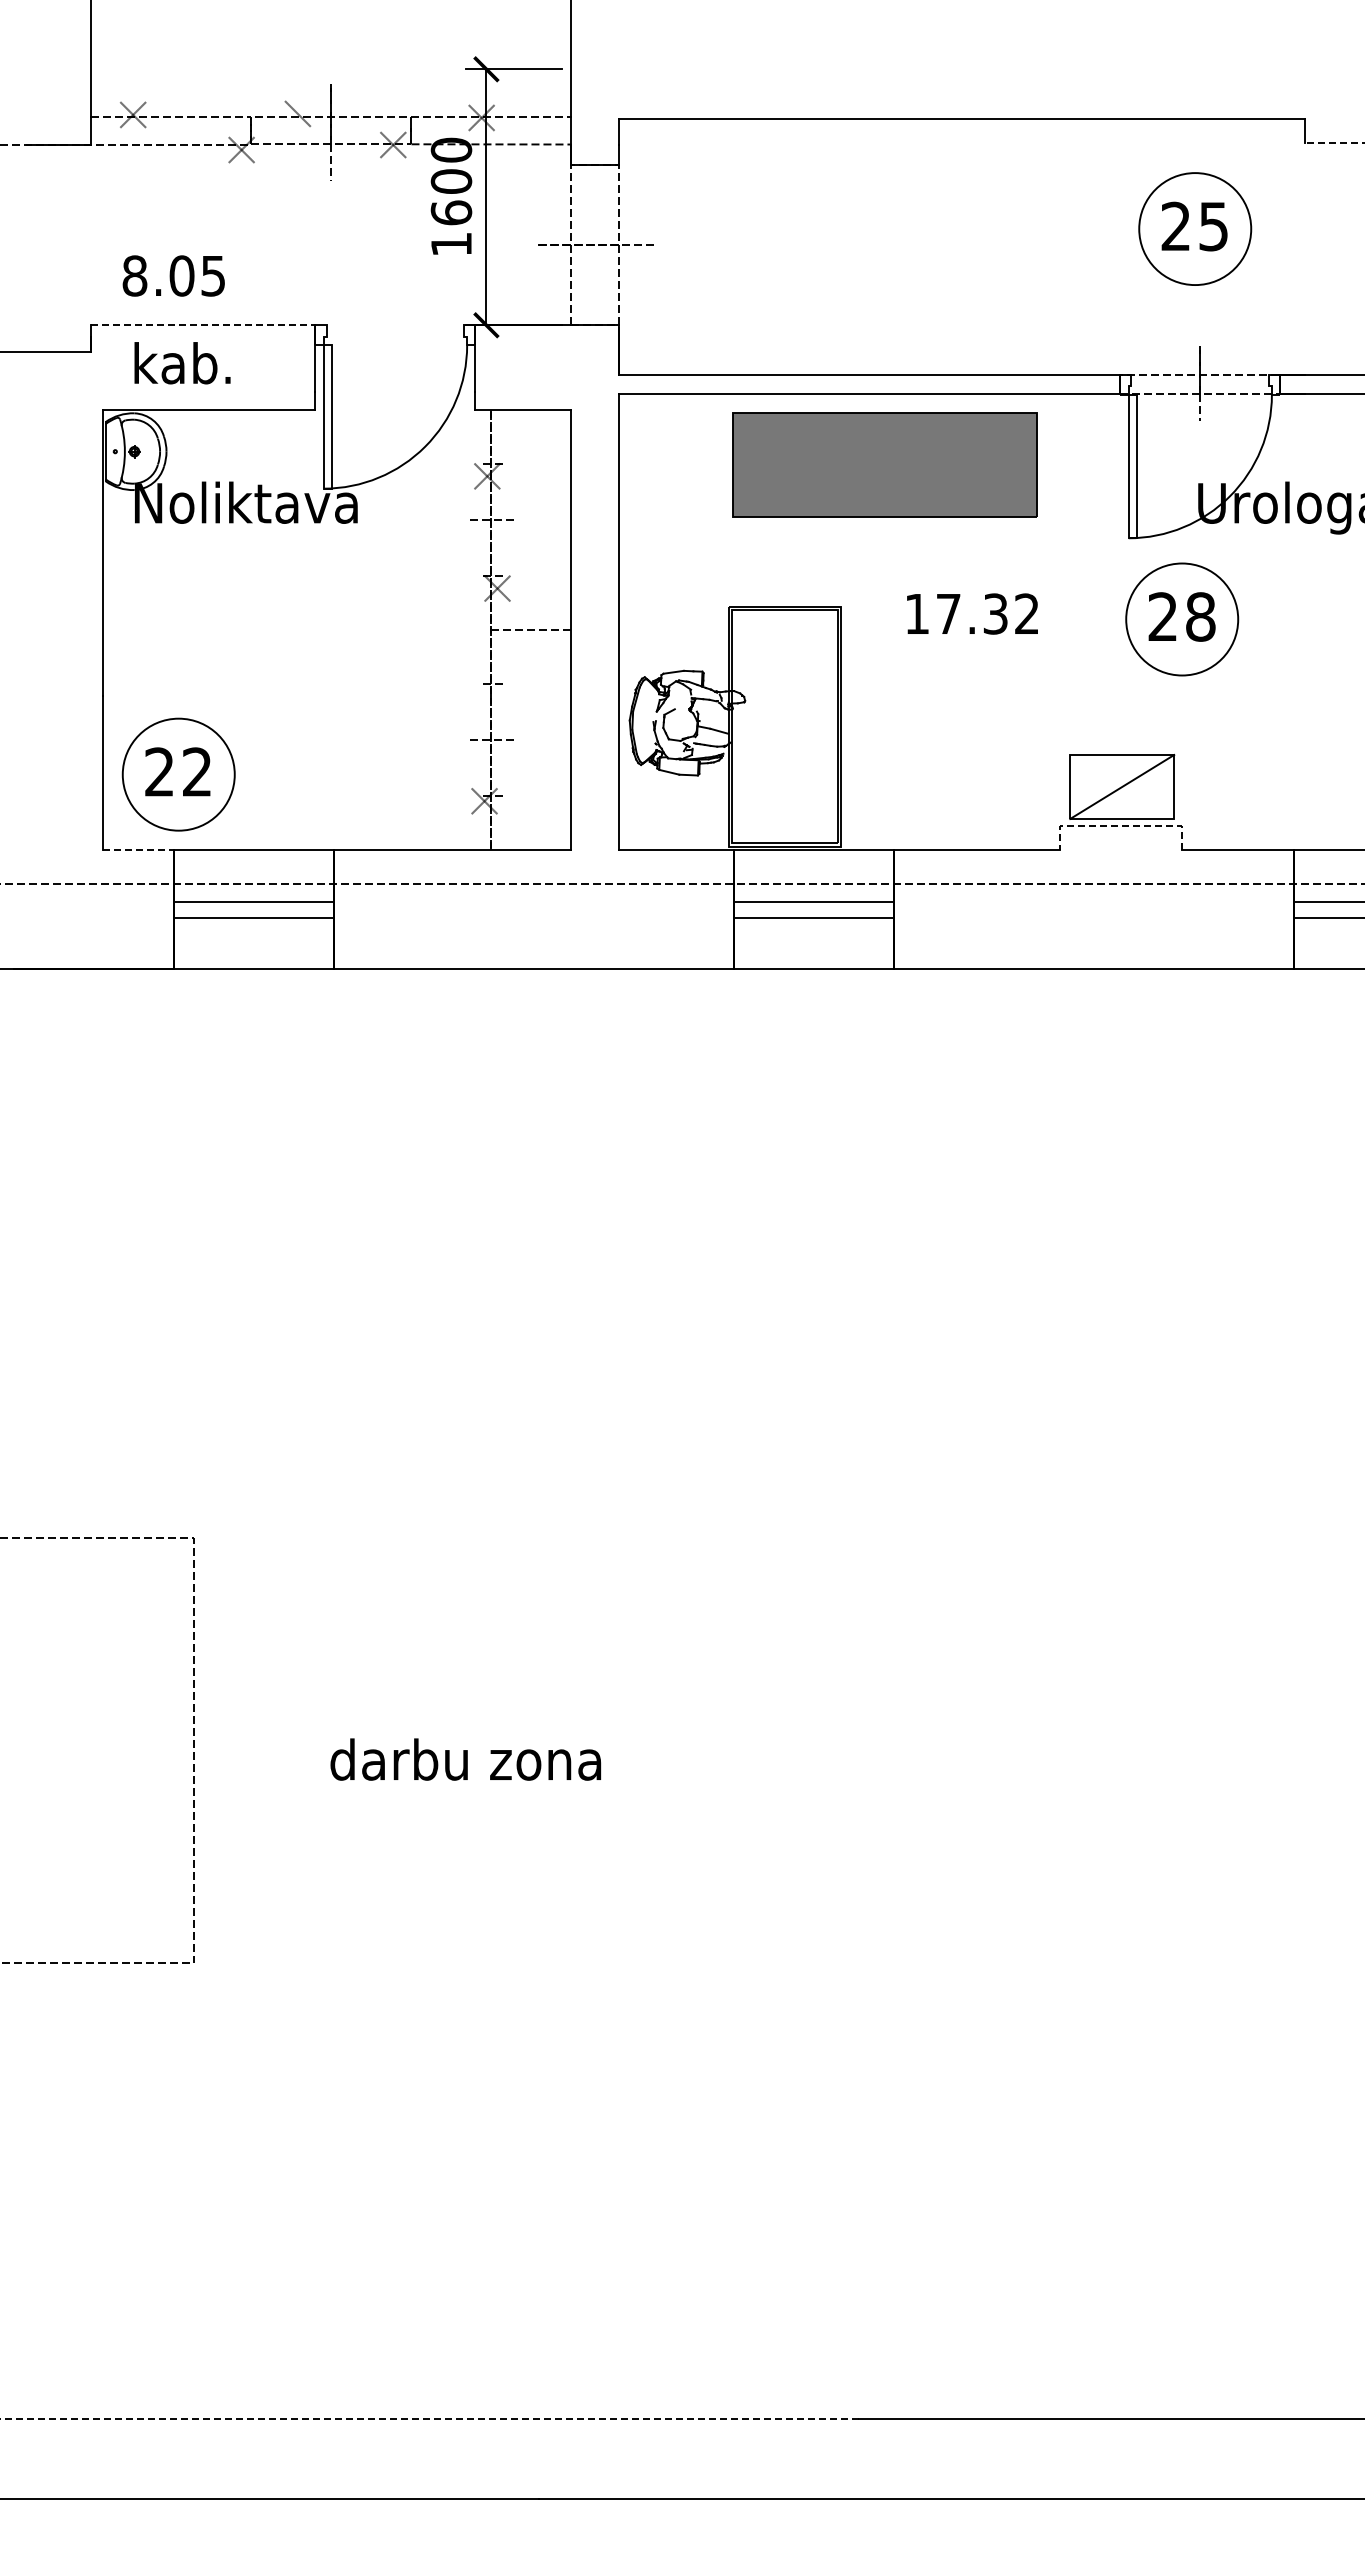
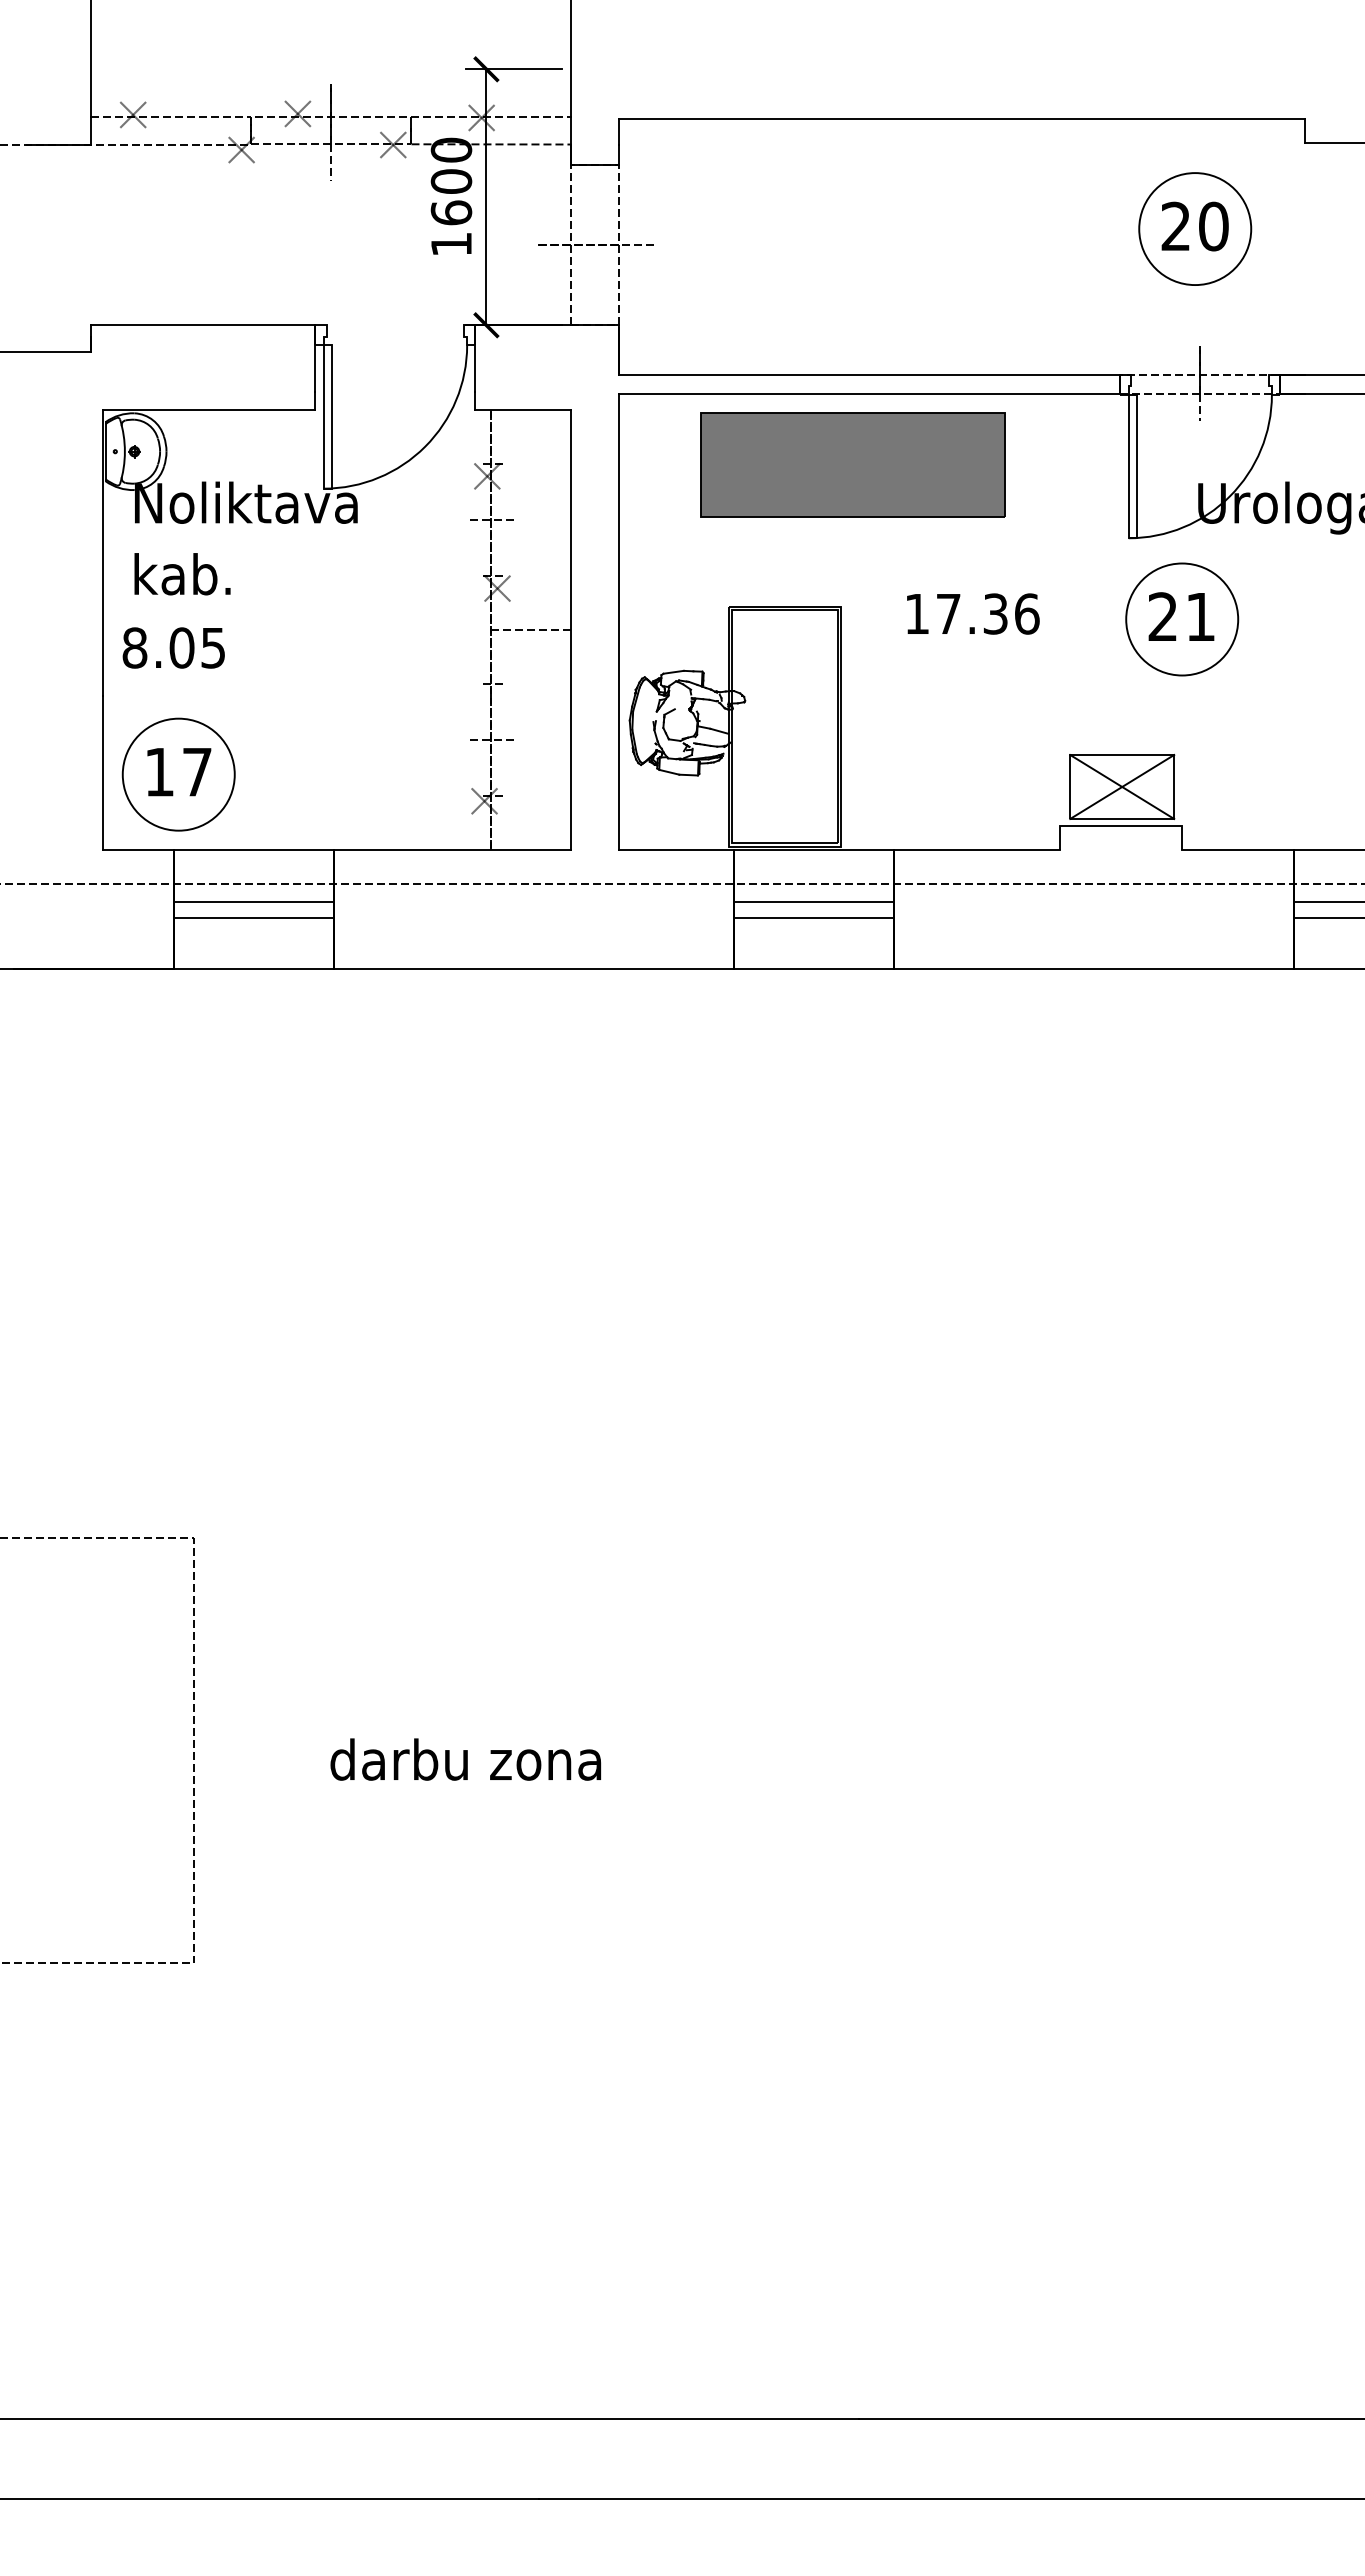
line at (297, 113): none -> present
line at (1334, 142): dashed -> solid
text at (1213, 226): 25 -> 20
text at (173, 275) position: (173, 275) -> (173, 647)
line at (203, 325): dashed -> solid
text at (182, 363) position: (182, 363) -> (182, 574)
part at (884, 464) position: (884, 464) -> (852, 464)
text at (1027, 613): 17.32 -> 17.36
text at (1200, 616): 28 -> 21
text at (178, 771): 22 -> 17
line at (1122, 786): none -> present
line at (1121, 826): dashed -> solid
line at (138, 850): dashed -> solid
line at (429, 2418): dashed -> solid
